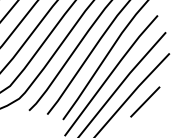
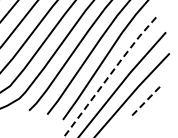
line at (111, 73): solid -> dashed
line at (144, 102): solid -> dashed
